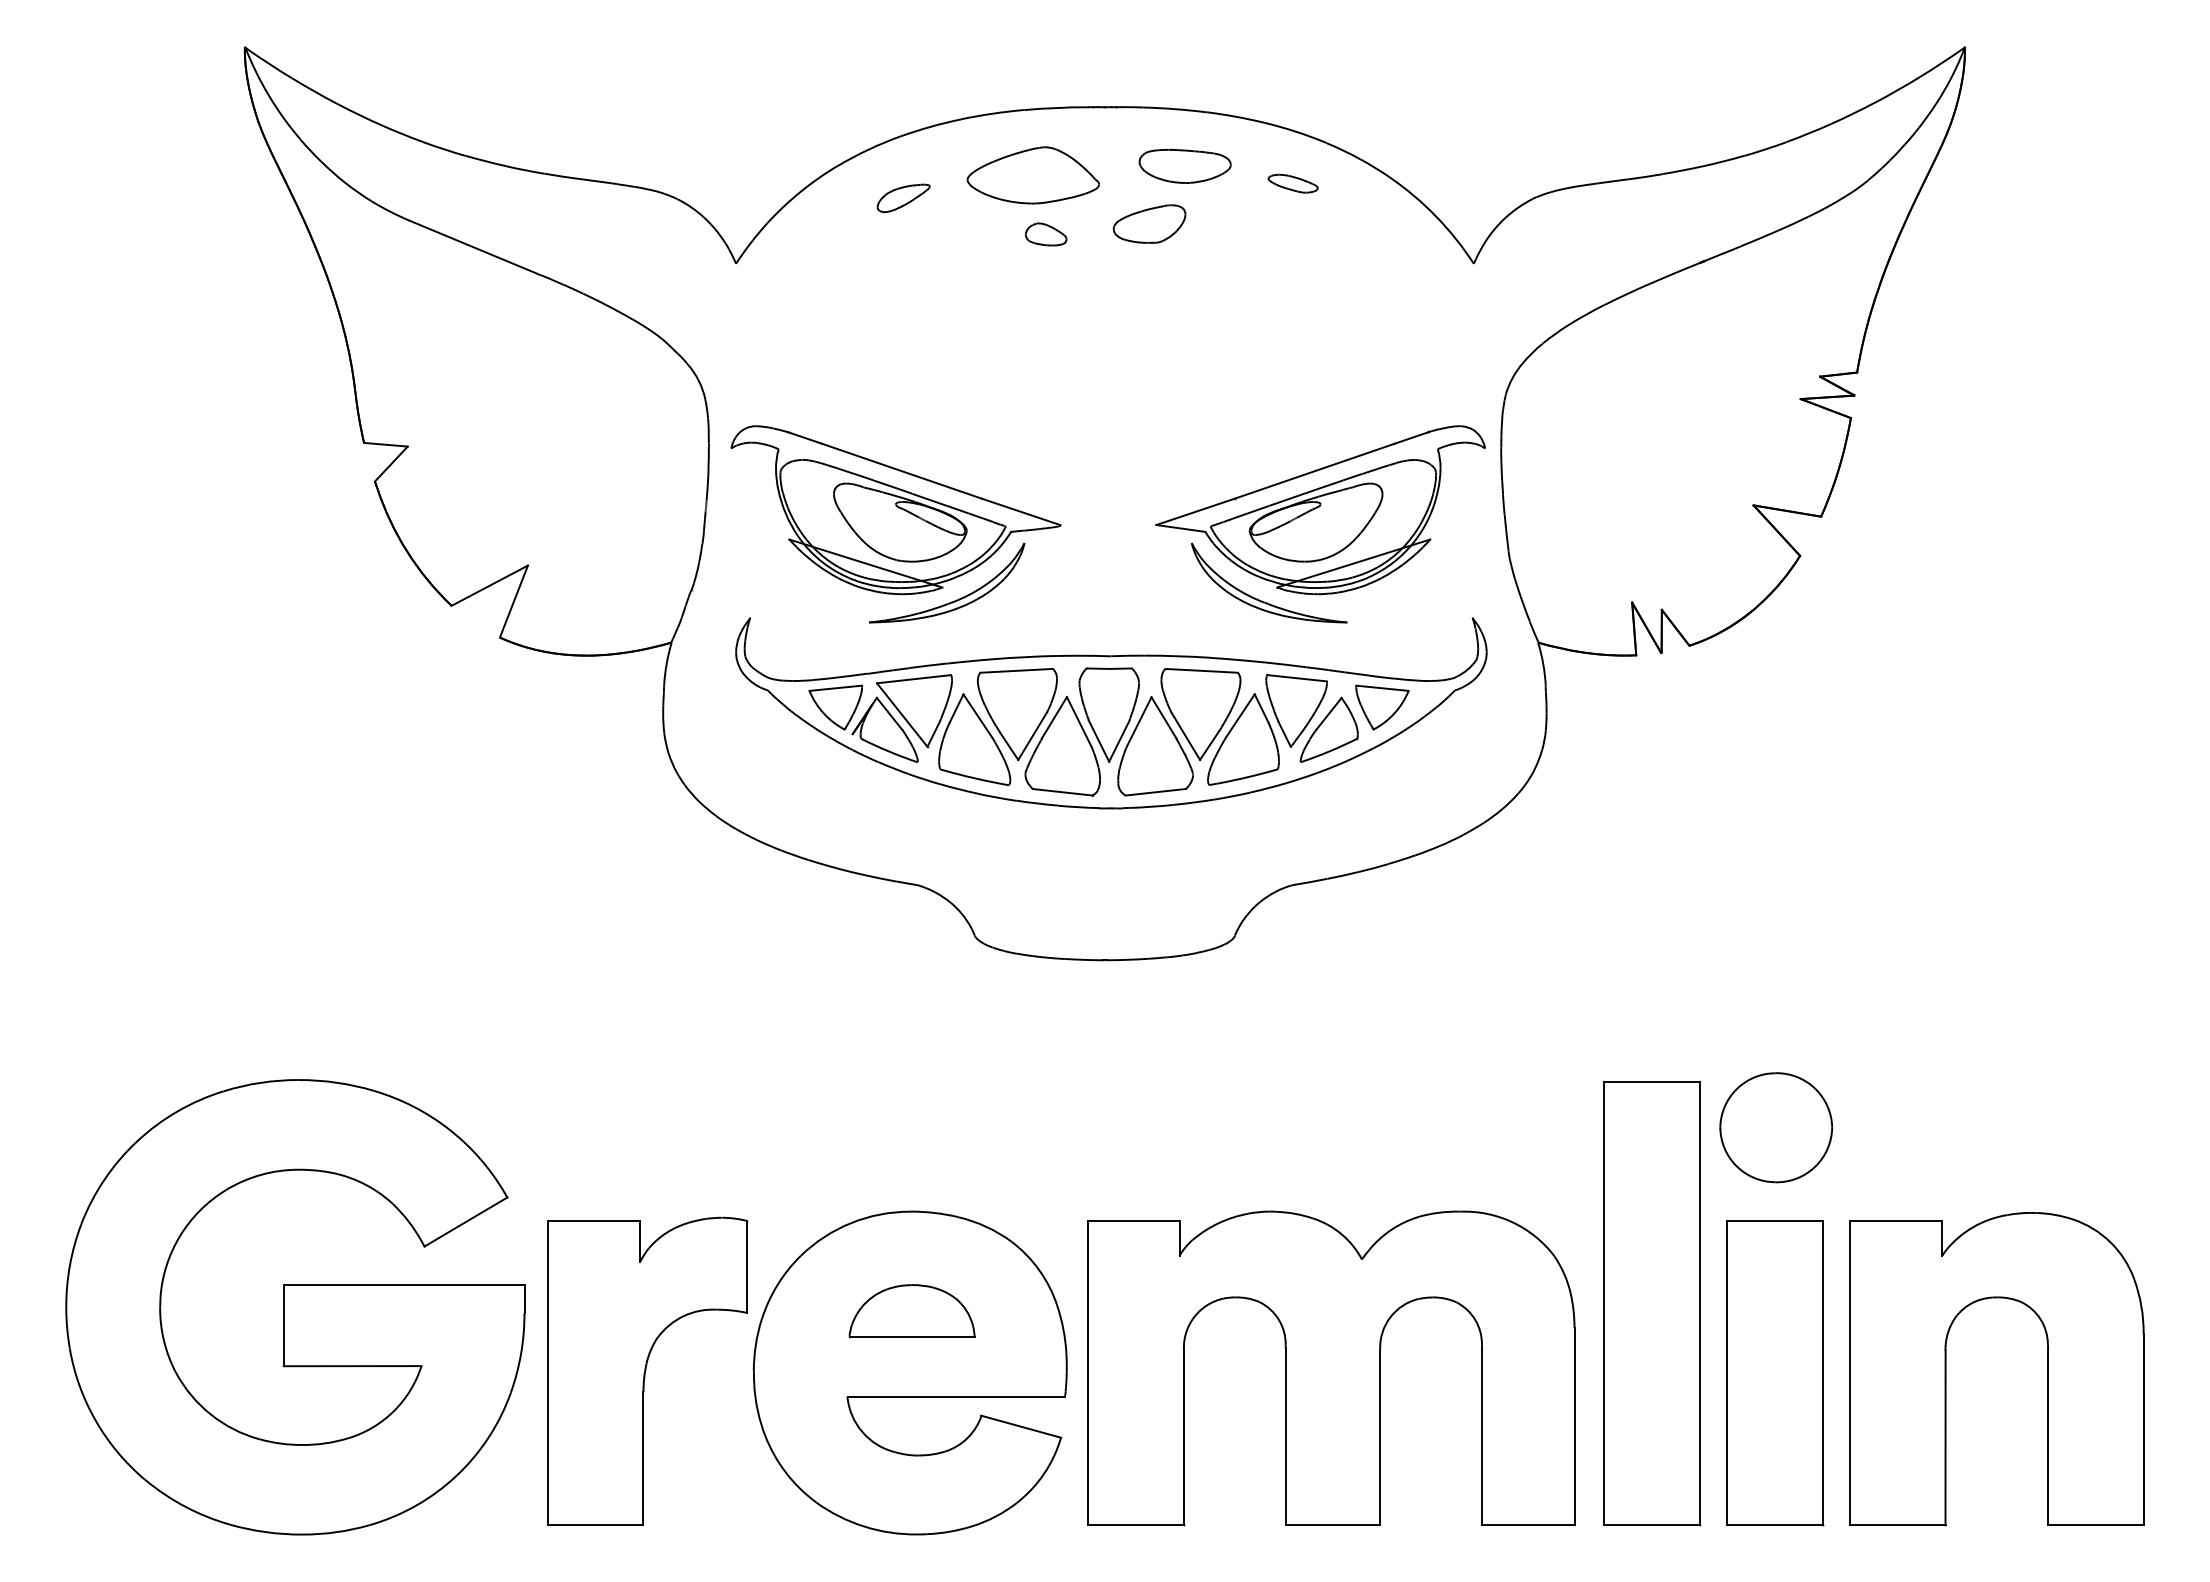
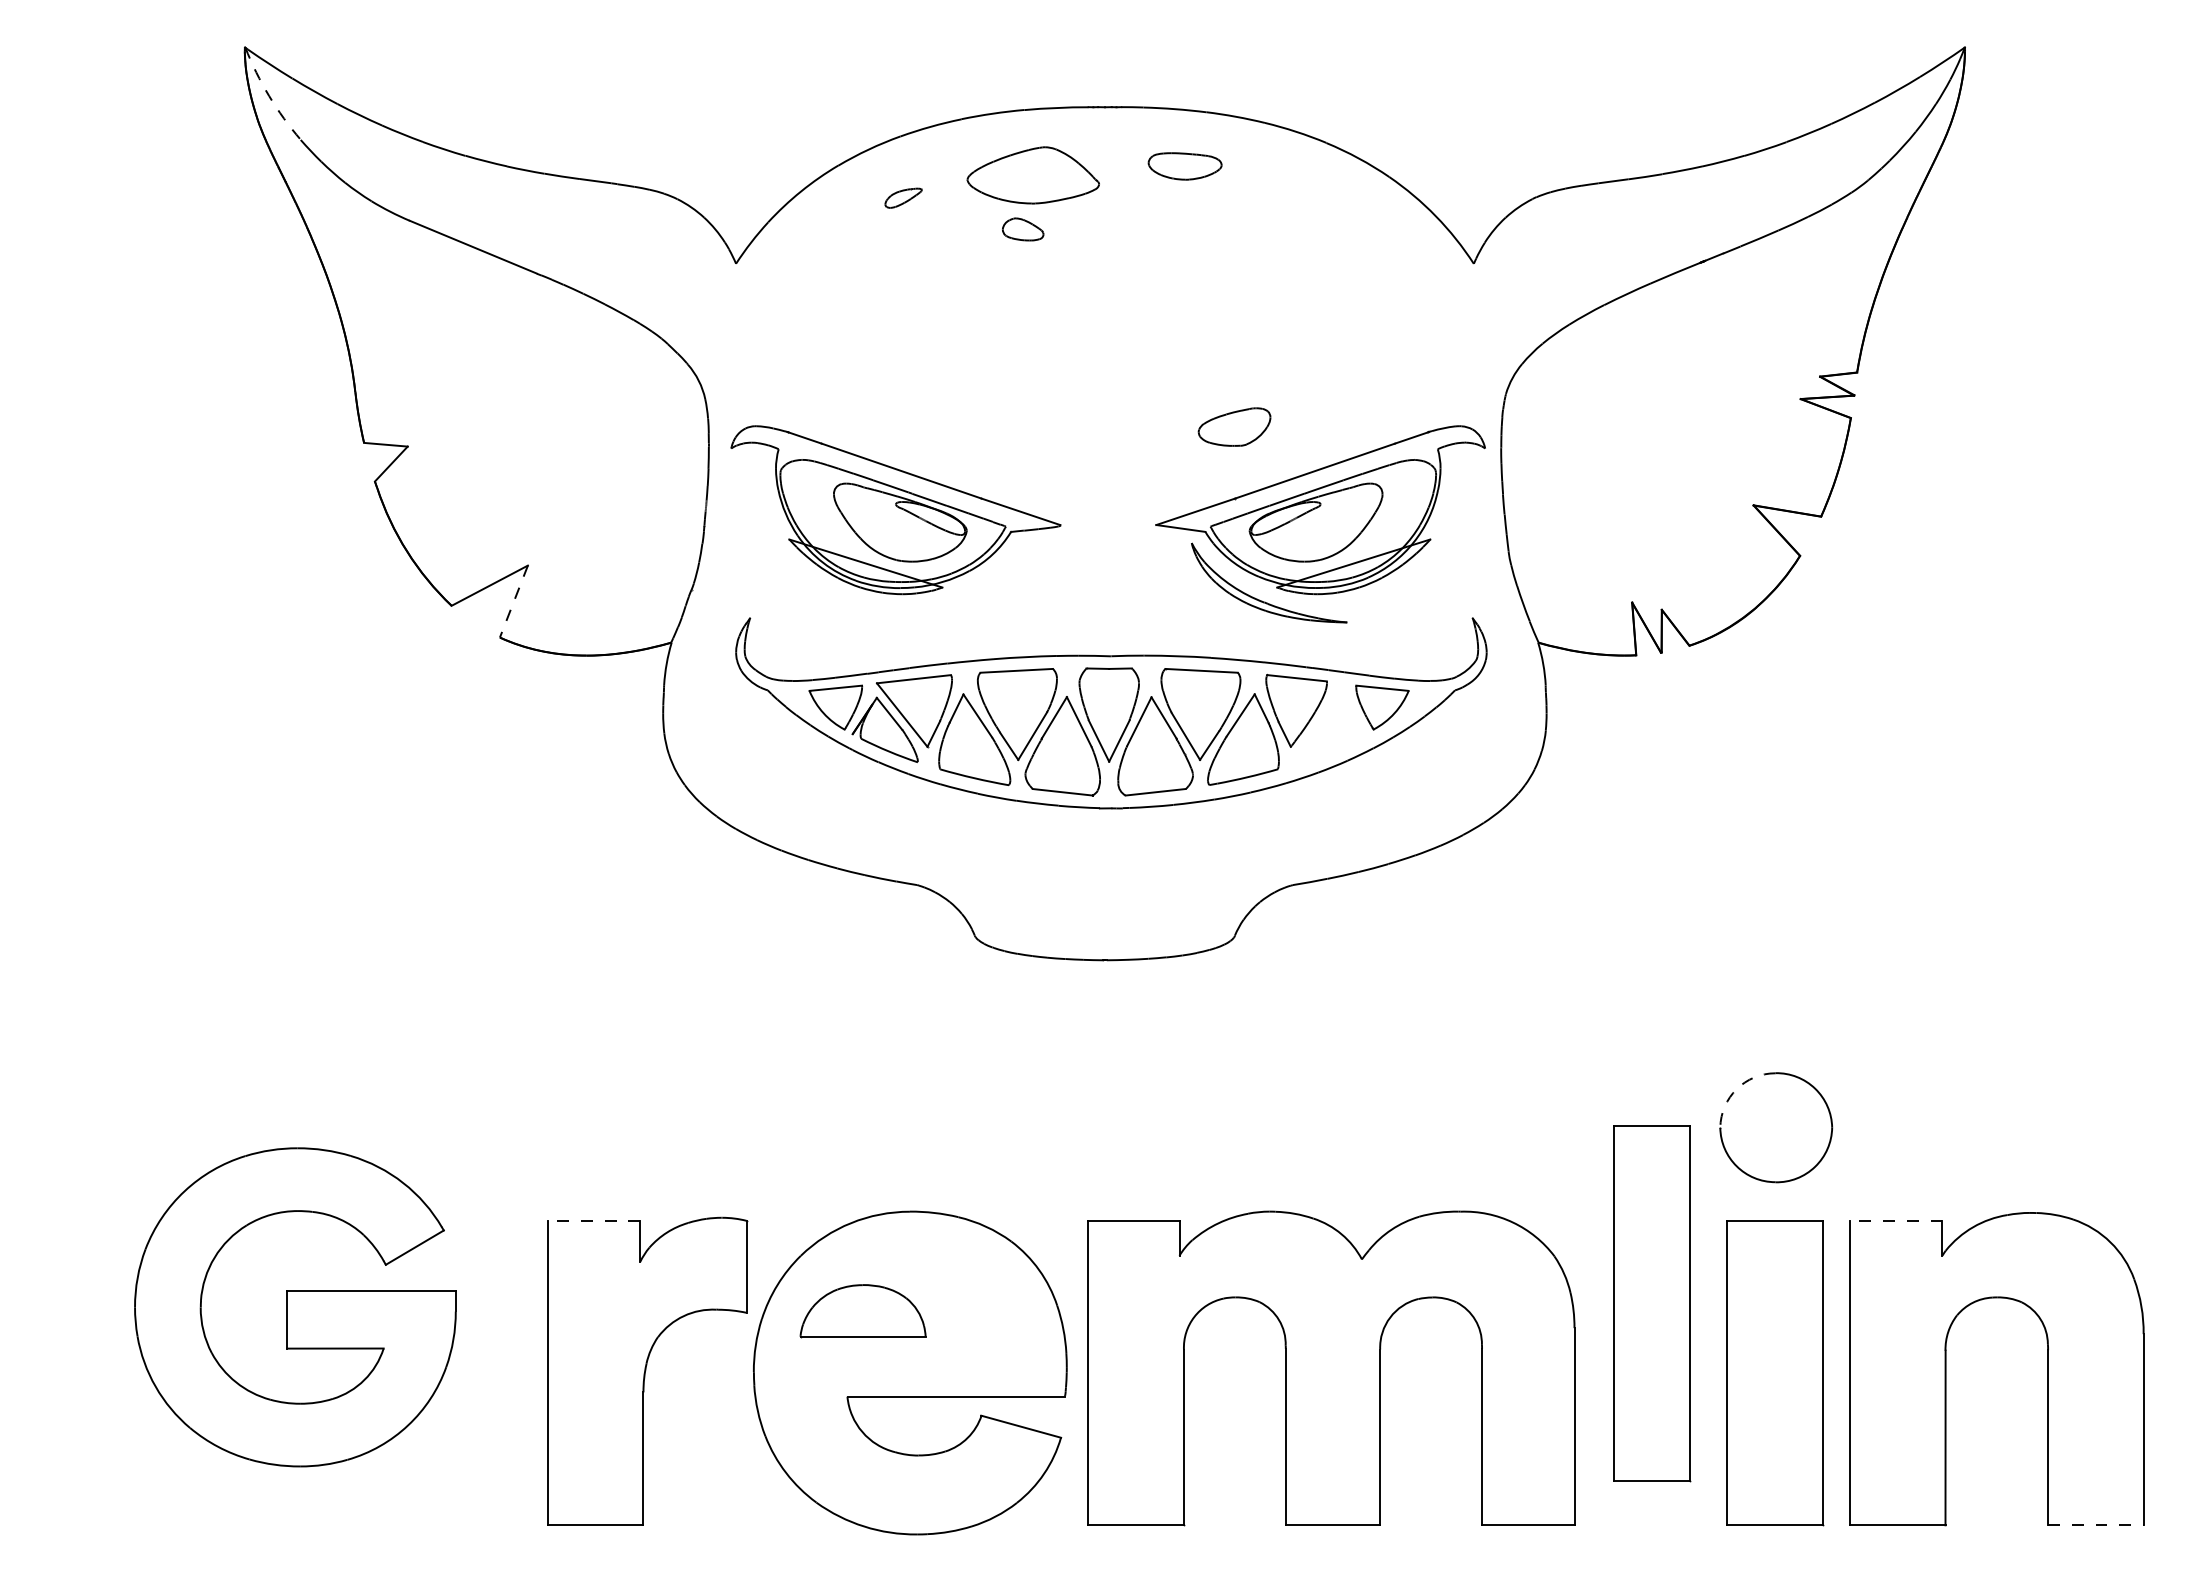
arc at (269, 96): solid -> dashed
part at (1184, 166) size: 94x35 px -> 76x29 px
part at (1292, 183): present -> none
part at (903, 197) size: 55x30 px -> 39x22 px
part at (1149, 223) position: (1149, 223) -> (1234, 426)
part at (1046, 234) position: (1046, 234) -> (1023, 229)
part at (956, 599): present -> none
line at (513, 601): solid -> dashed
part at (1328, 729): present -> none
arc at (1736, 1089): solid -> dashed
line at (593, 1220): solid -> dashed
line at (1895, 1220): solid -> dashed
part at (1652, 1303) size: 99x446 px -> 79x358 px
part at (295, 1307) size: 461x457 px -> 323x321 px
part at (911, 1311) position: (911, 1311) -> (862, 1311)
line at (2095, 1525): solid -> dashed
